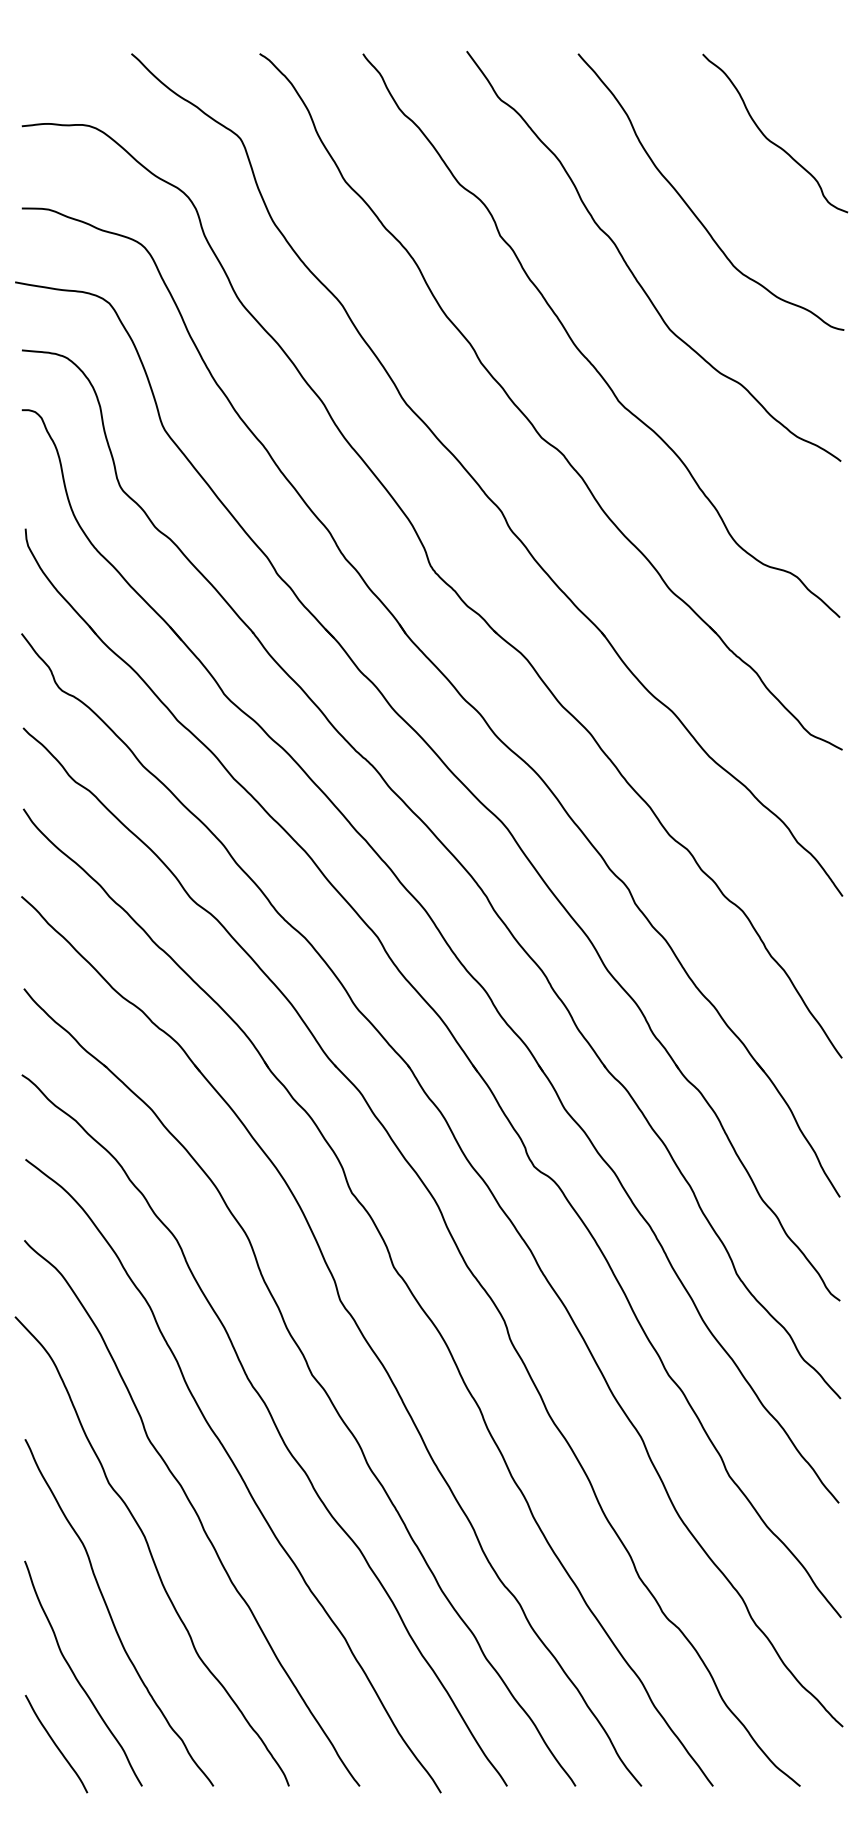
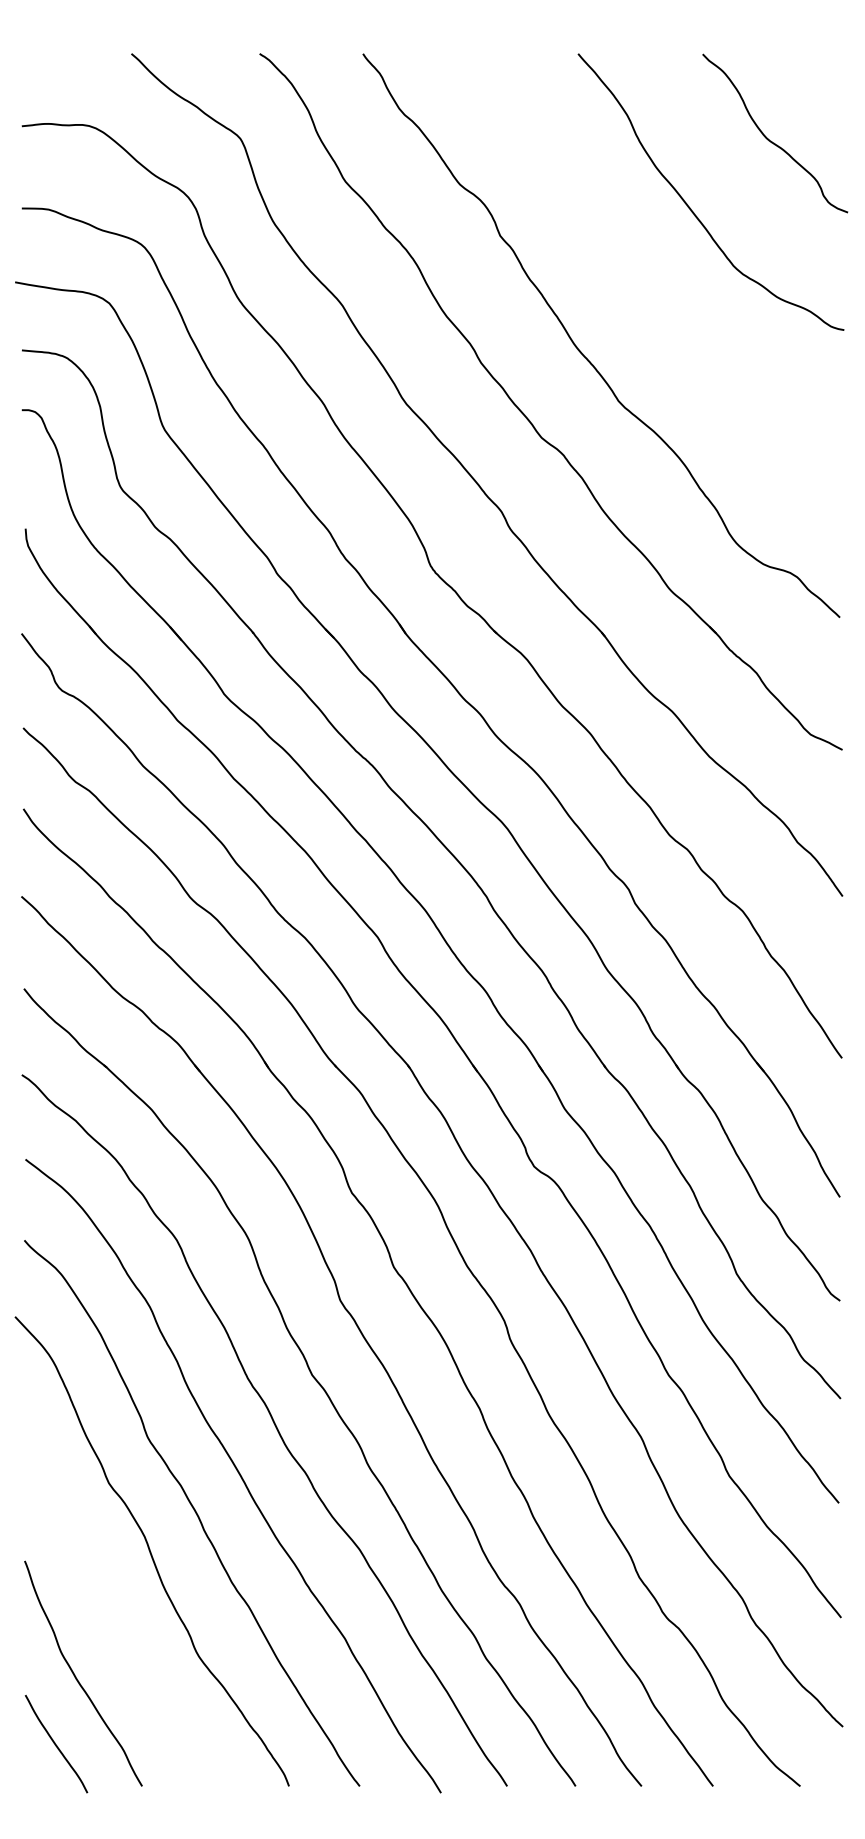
curve at (632, 271): present -> none
curve at (111, 1615): present -> none
